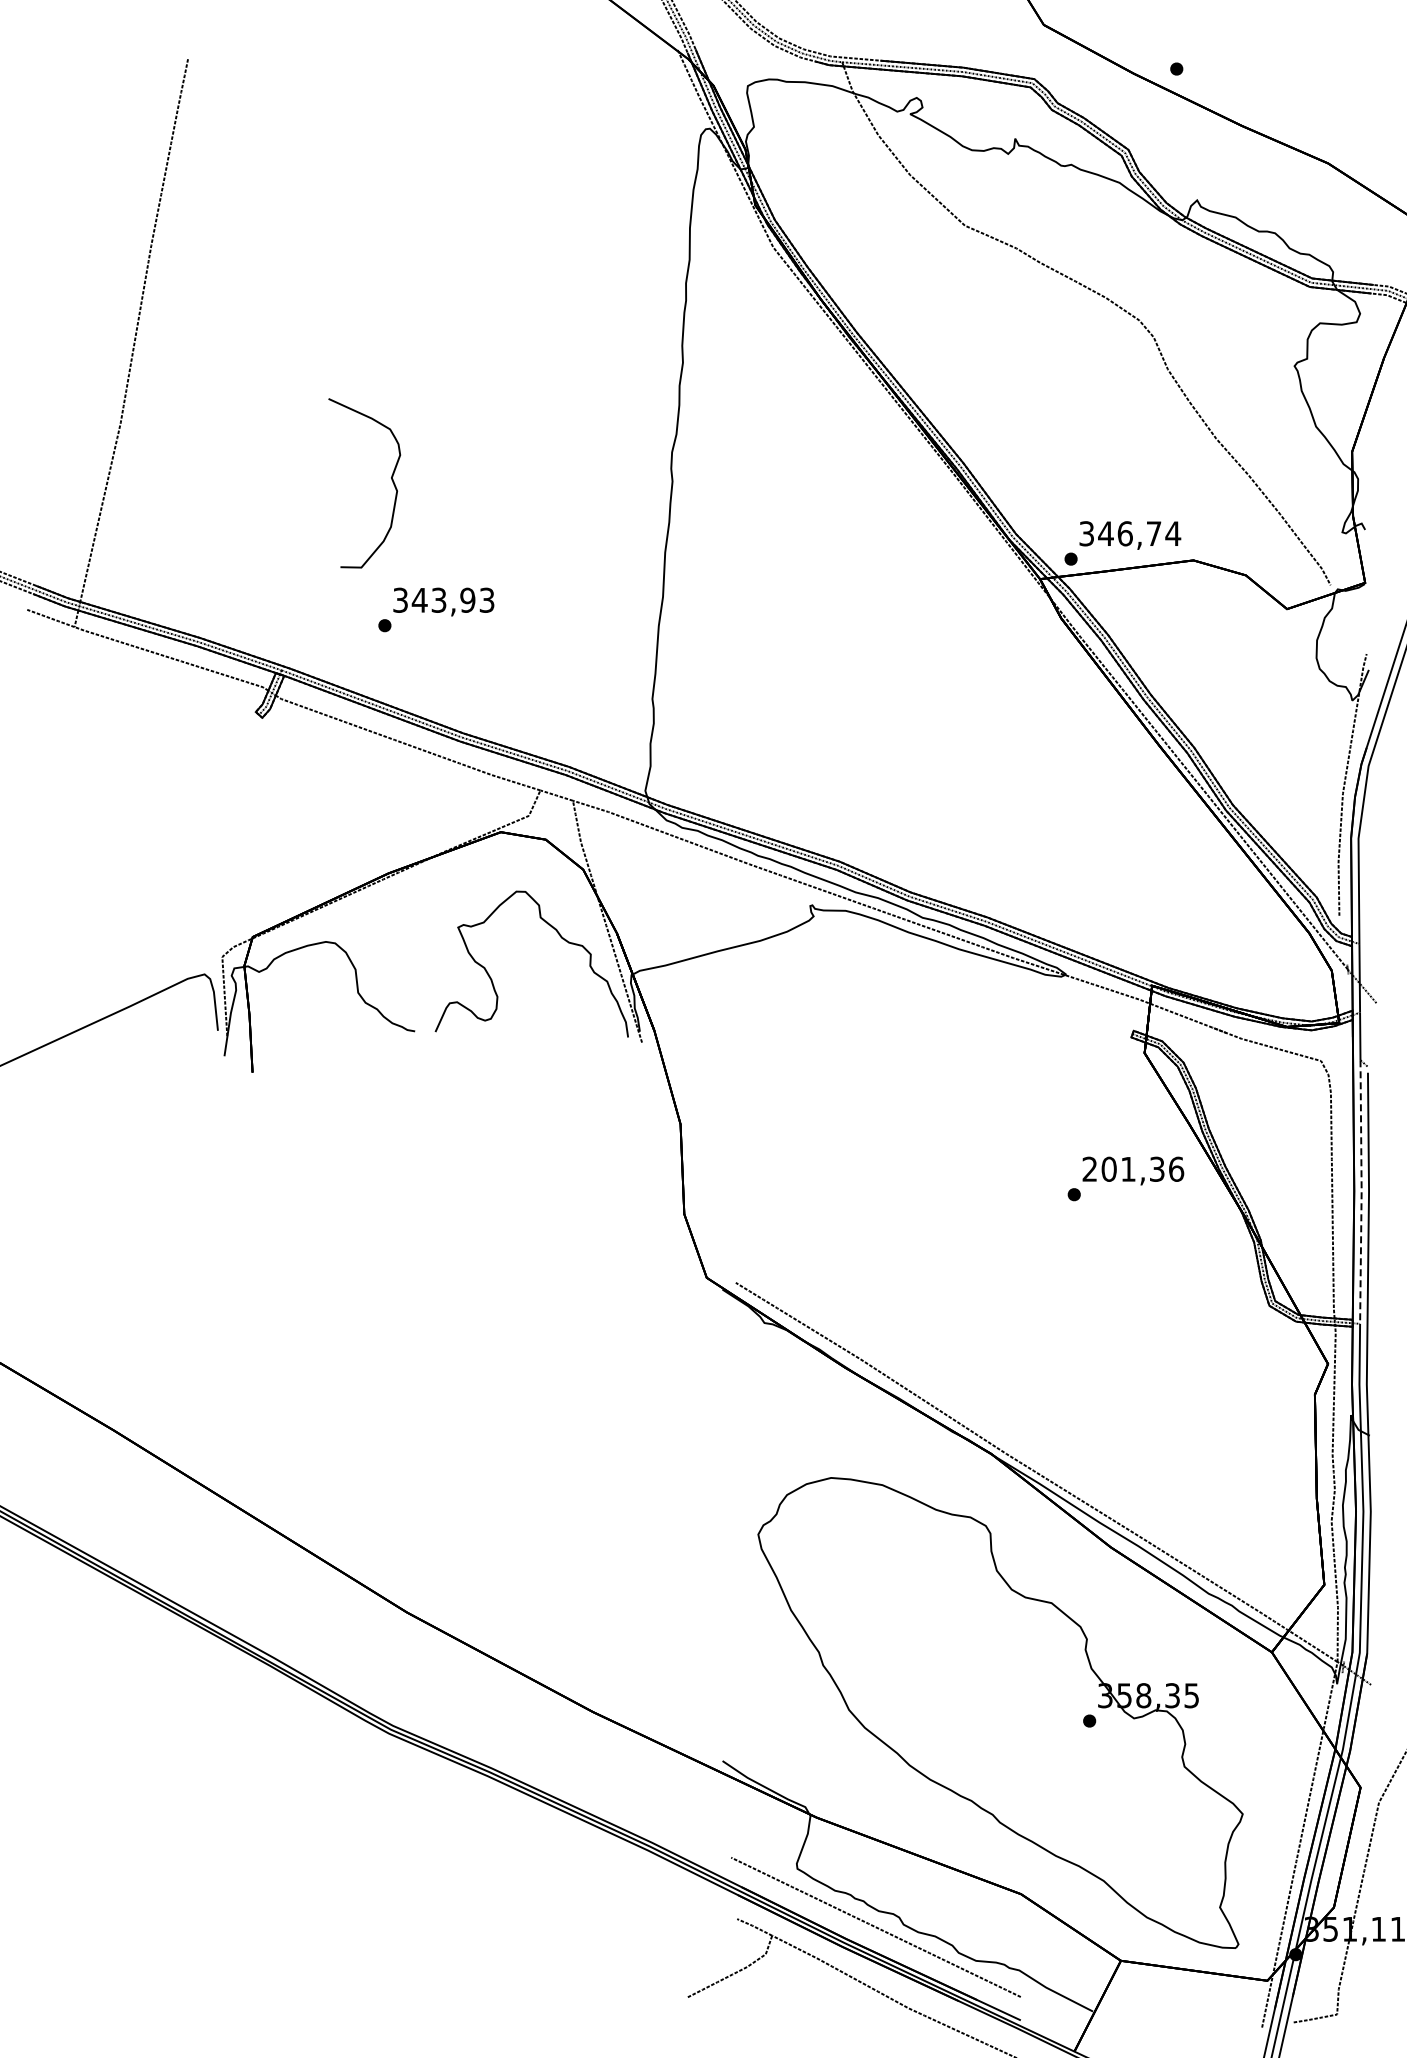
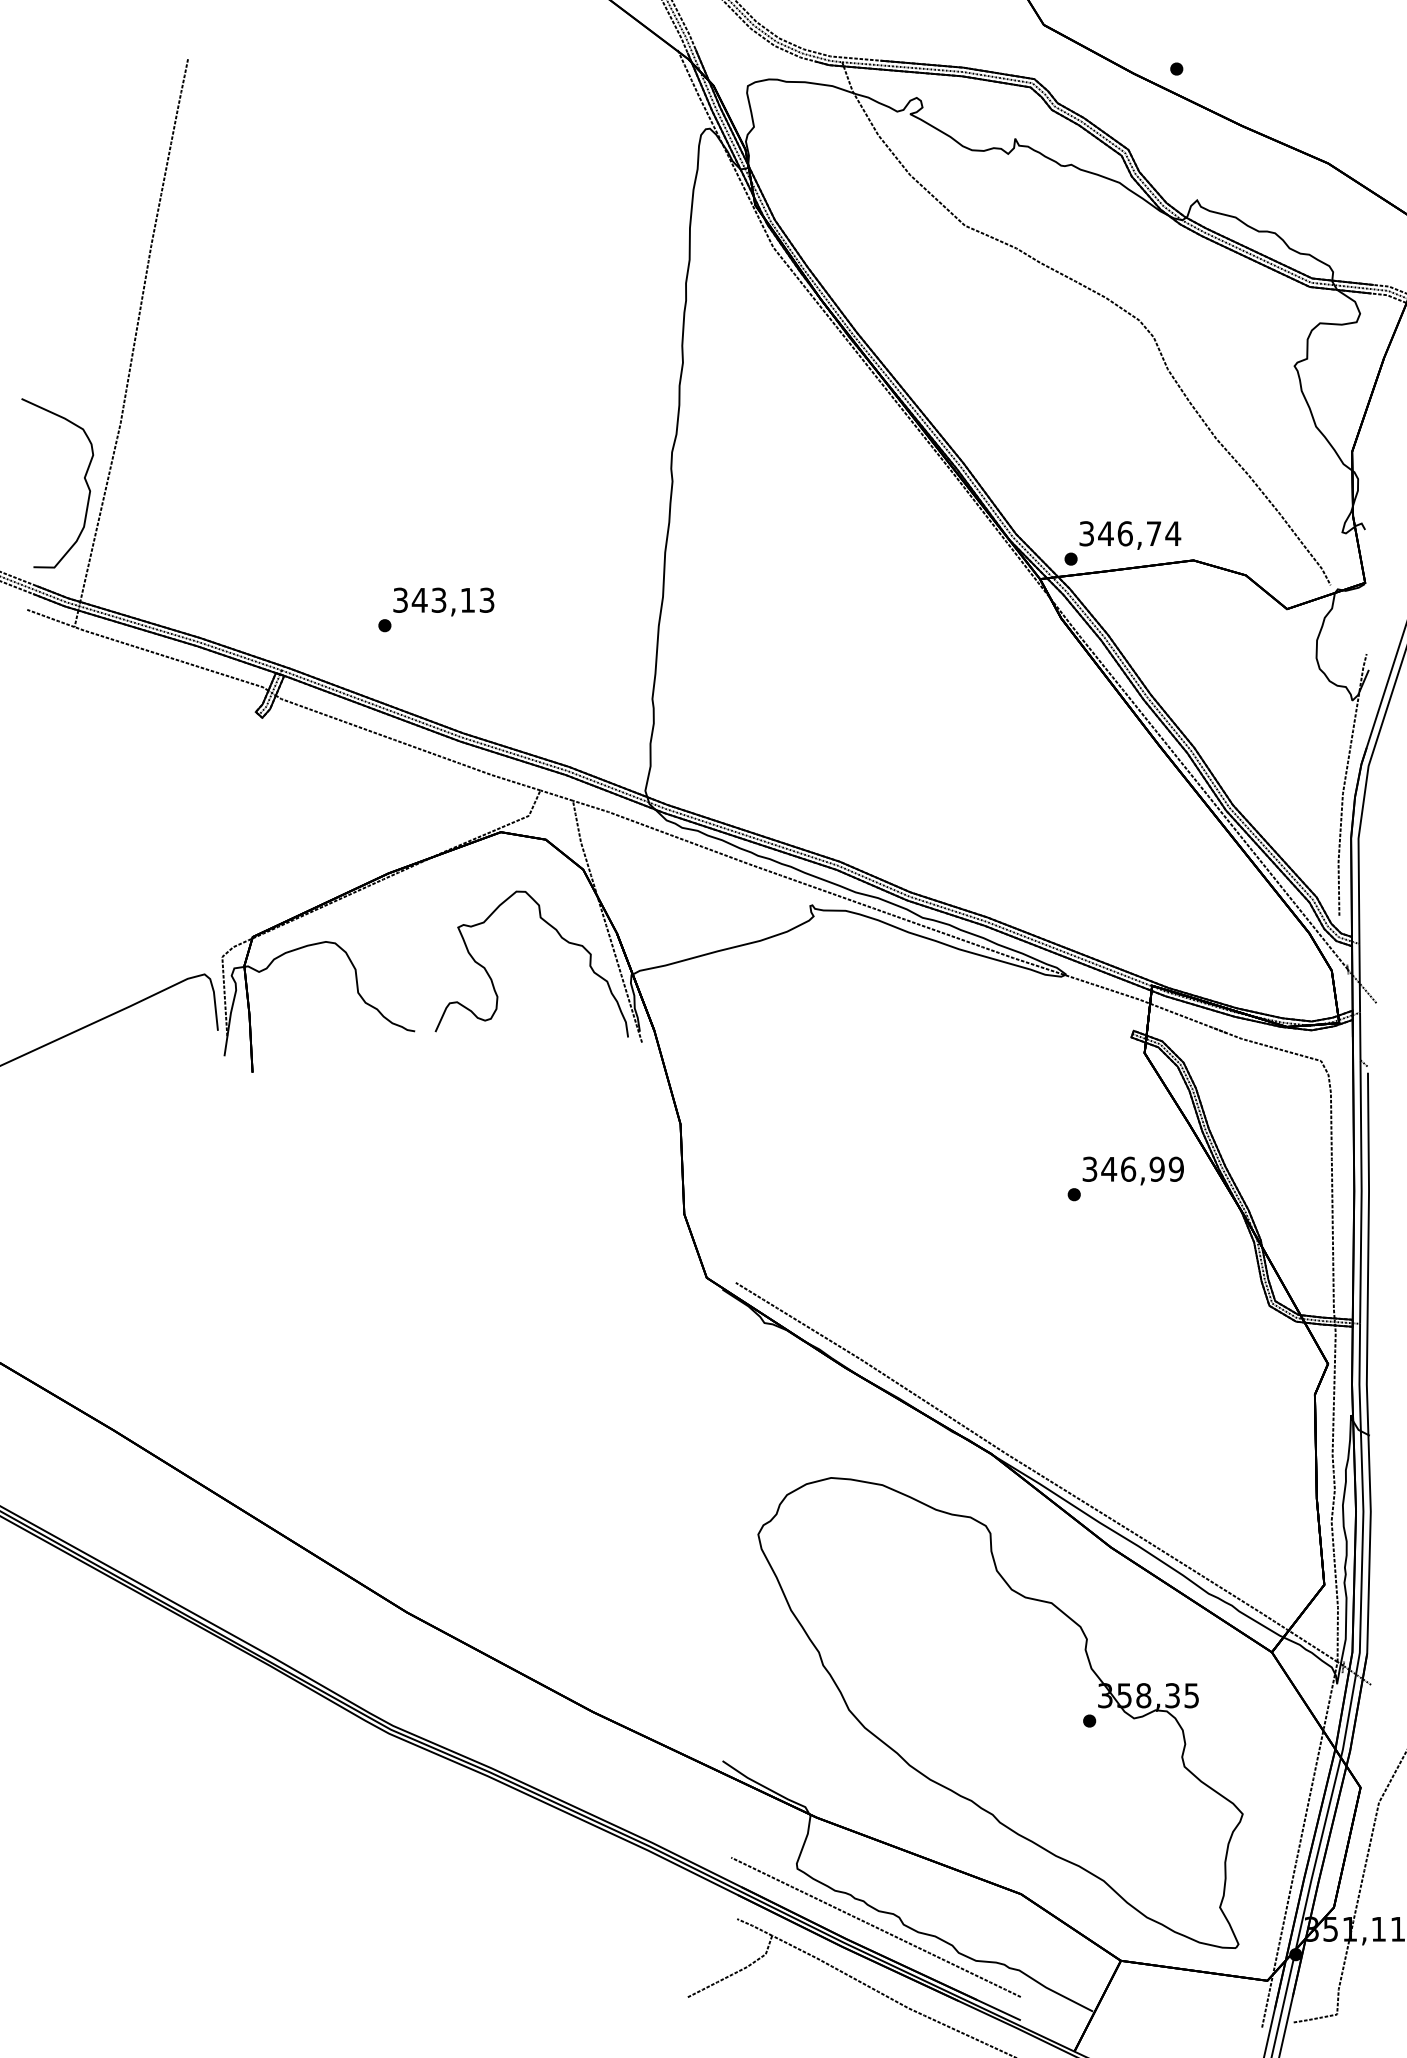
part at (391, 480) position: (391, 480) -> (84, 480)
text at (467, 599): 343,93 -> 343,13
text at (1133, 1168): 201,36 -> 346,99
line at (1361, 1192): dashed -> solid
